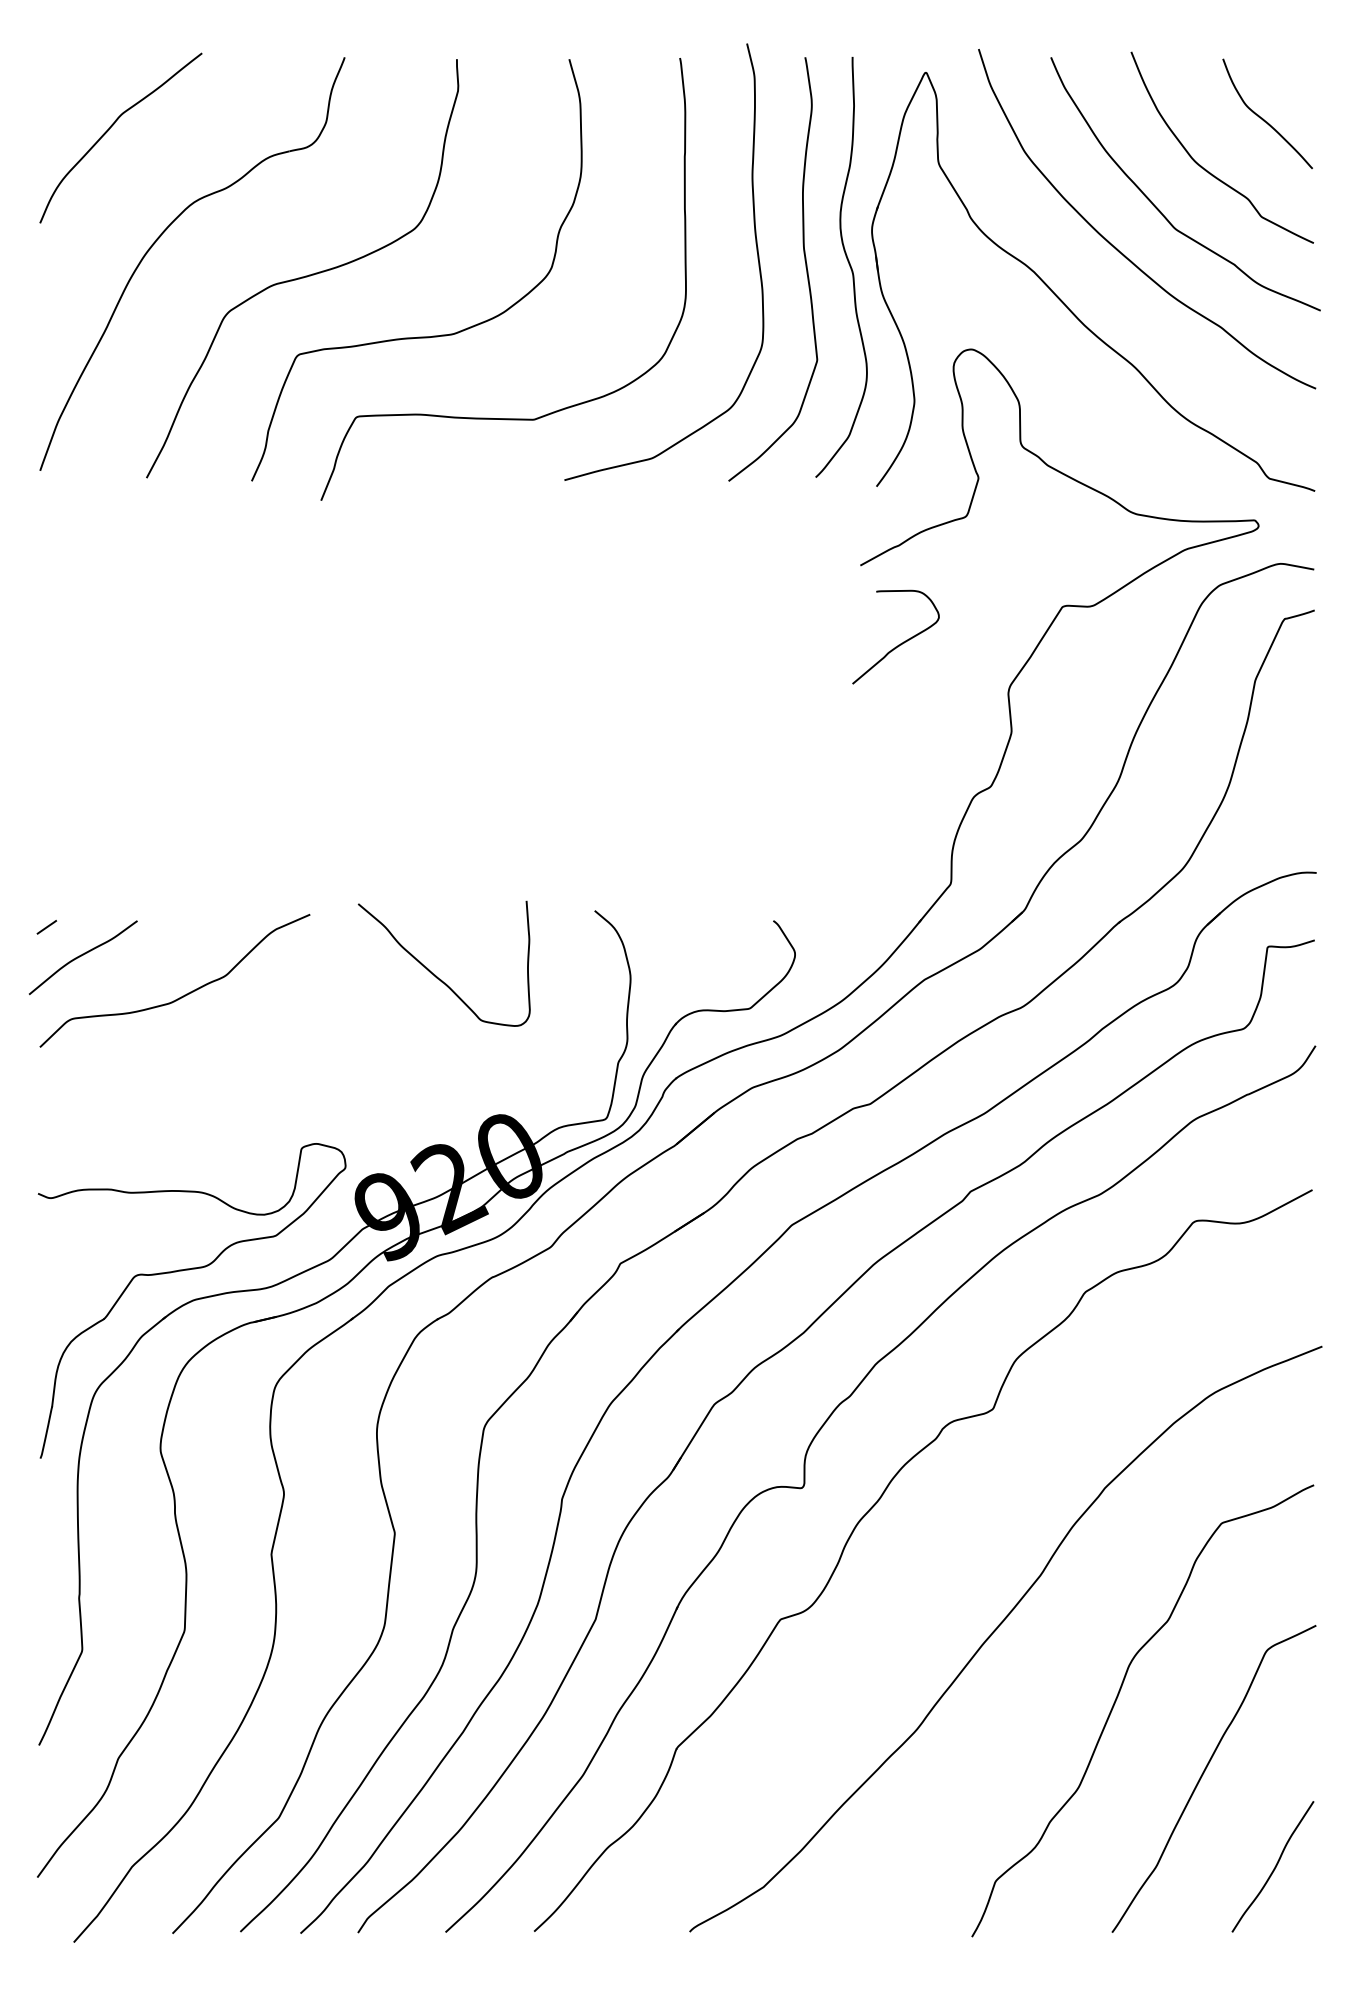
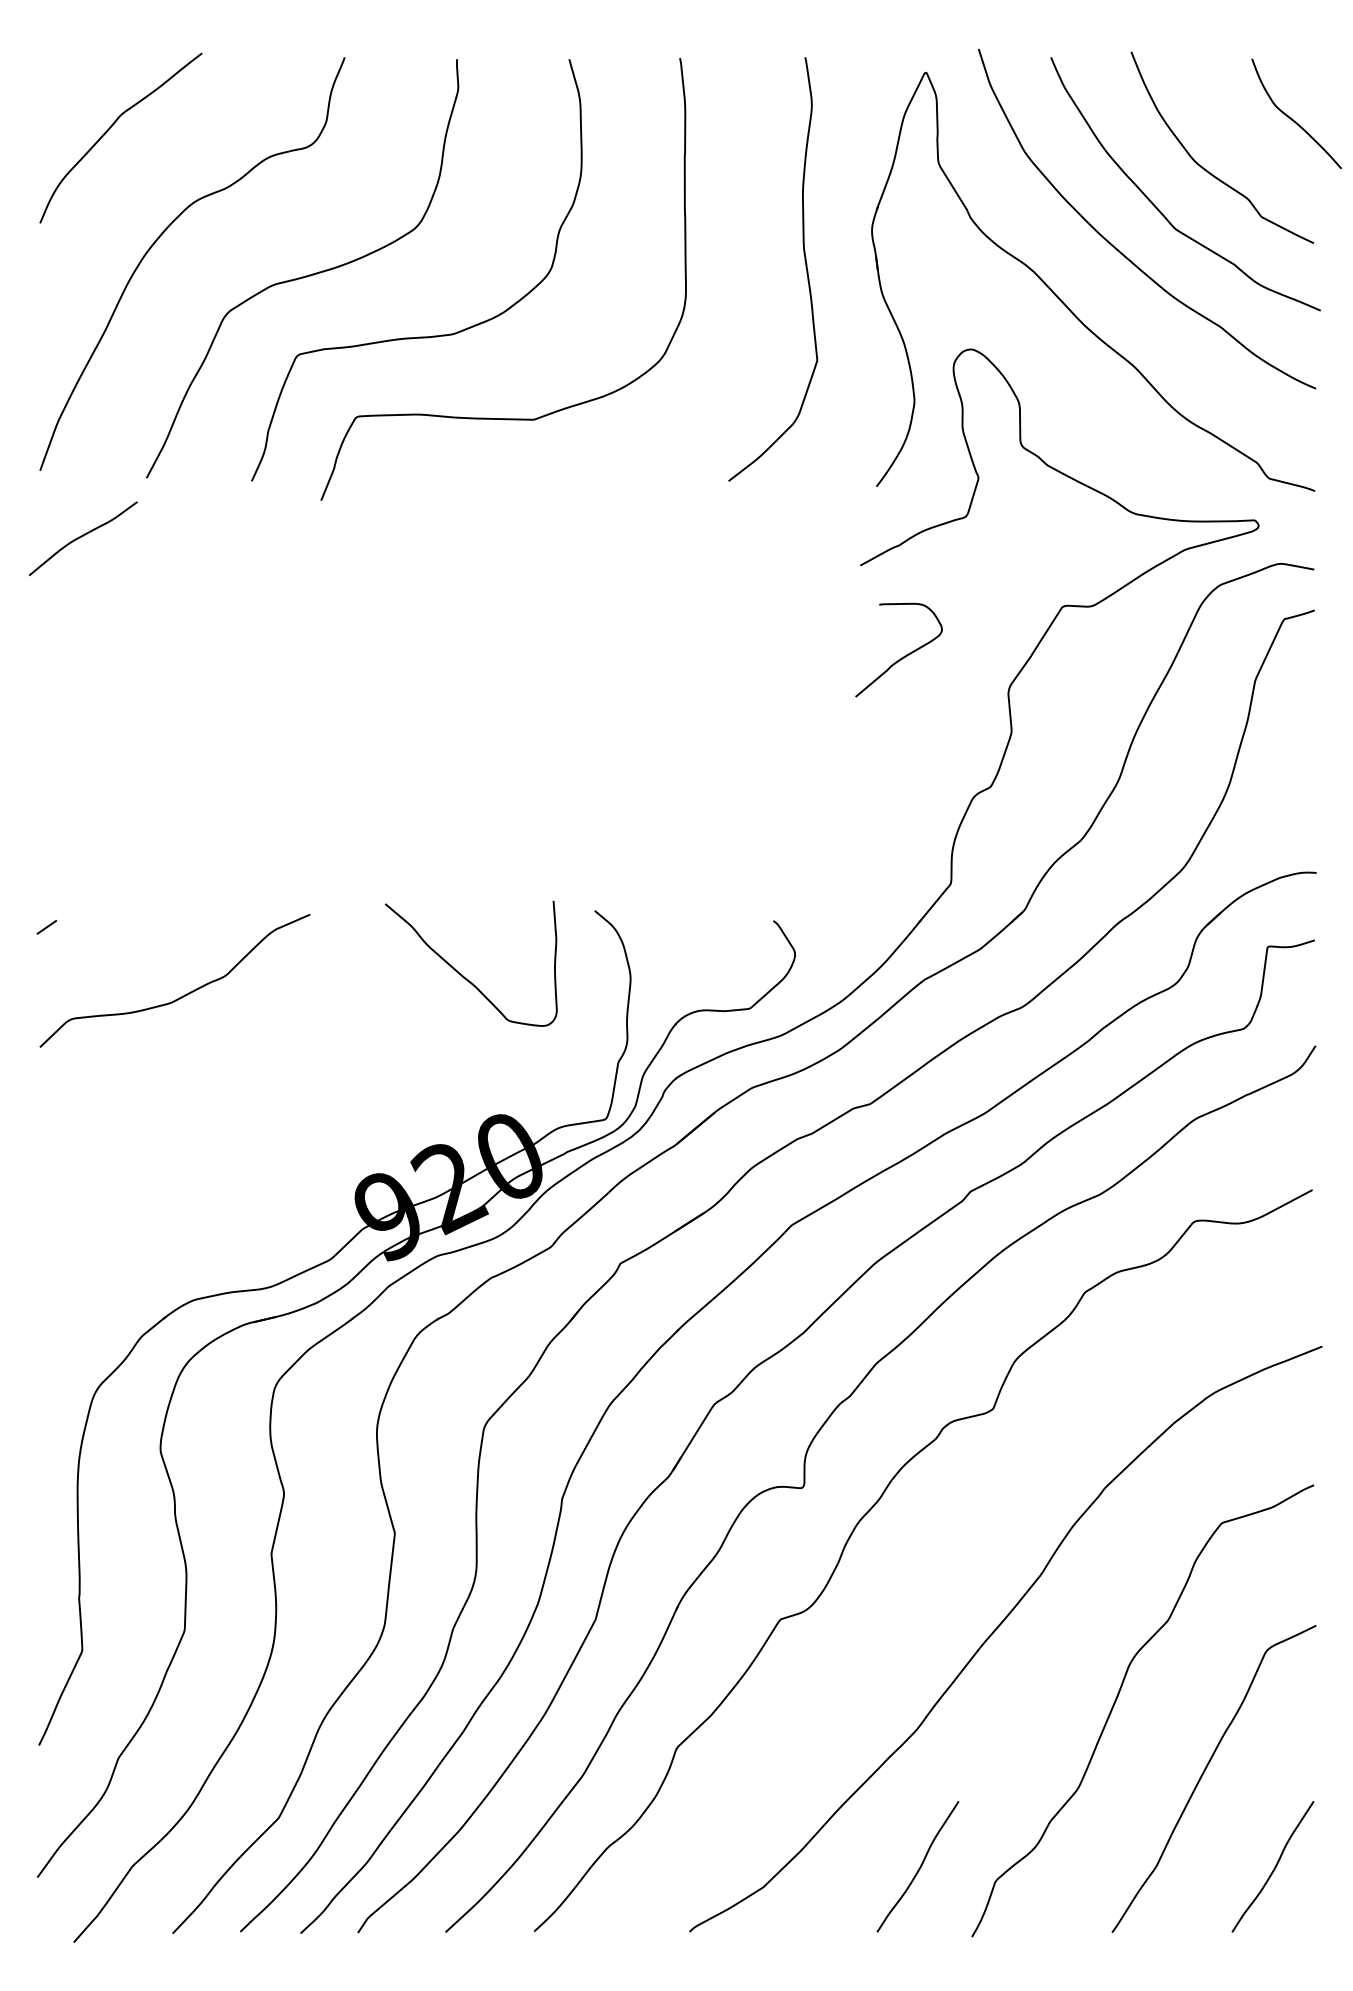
curve at (1262, 117) position: (1262, 117) -> (1291, 117)
curve at (756, 251): present -> none
curve at (848, 264): present -> none
curve at (898, 644) position: (898, 644) -> (901, 657)
curve at (83, 955) position: (83, 955) -> (83, 536)
curve at (435, 974) position: (435, 974) -> (462, 974)
part at (189, 1270): present -> none
curve at (919, 1866): none -> present
